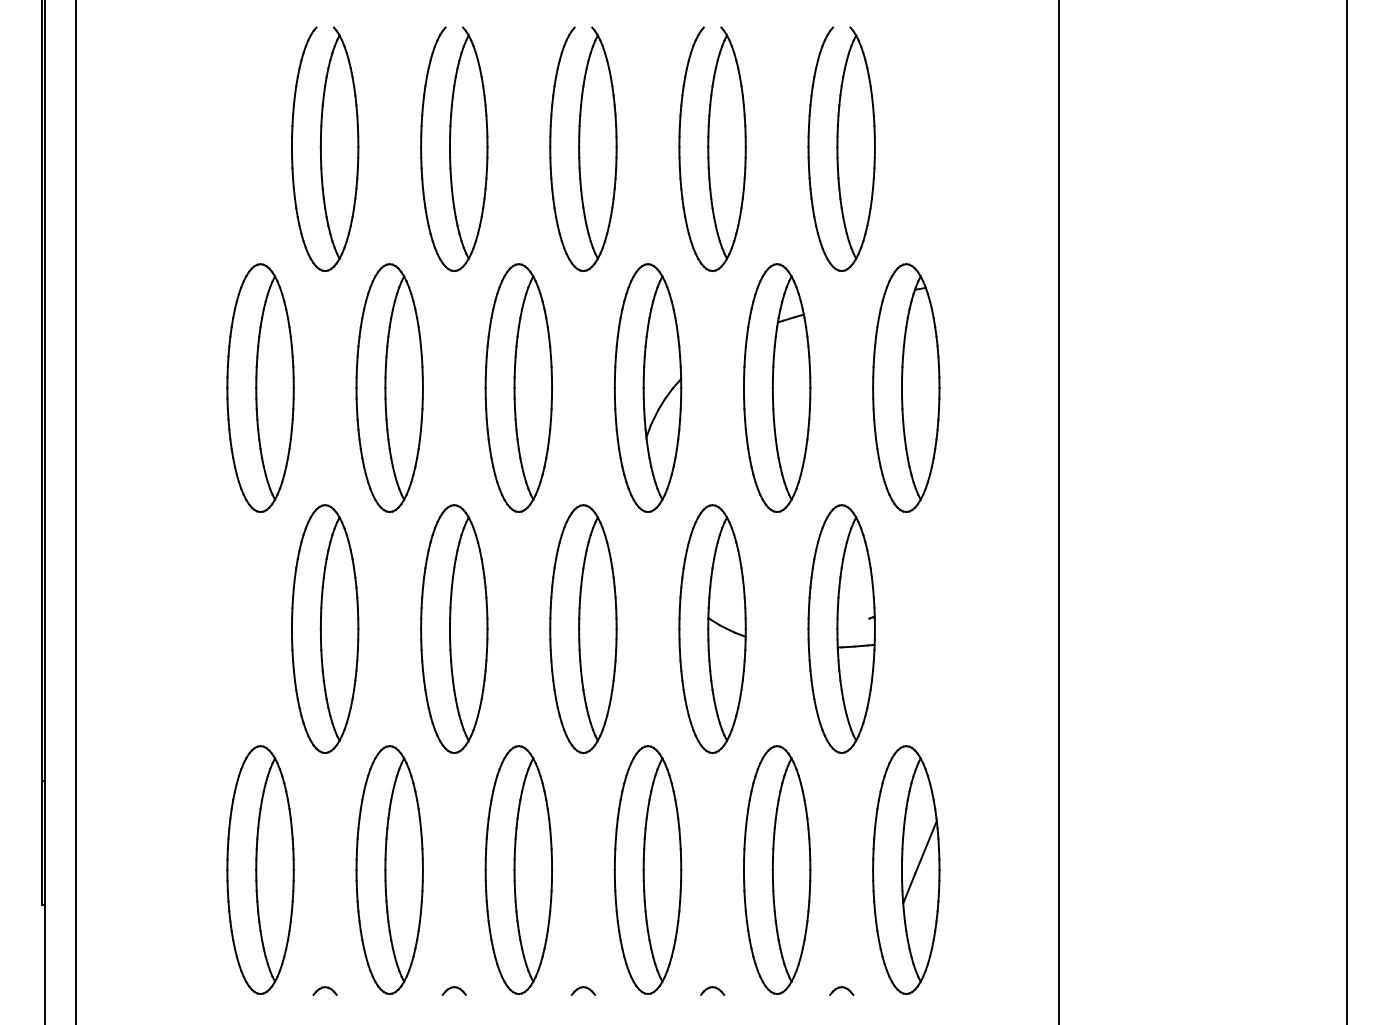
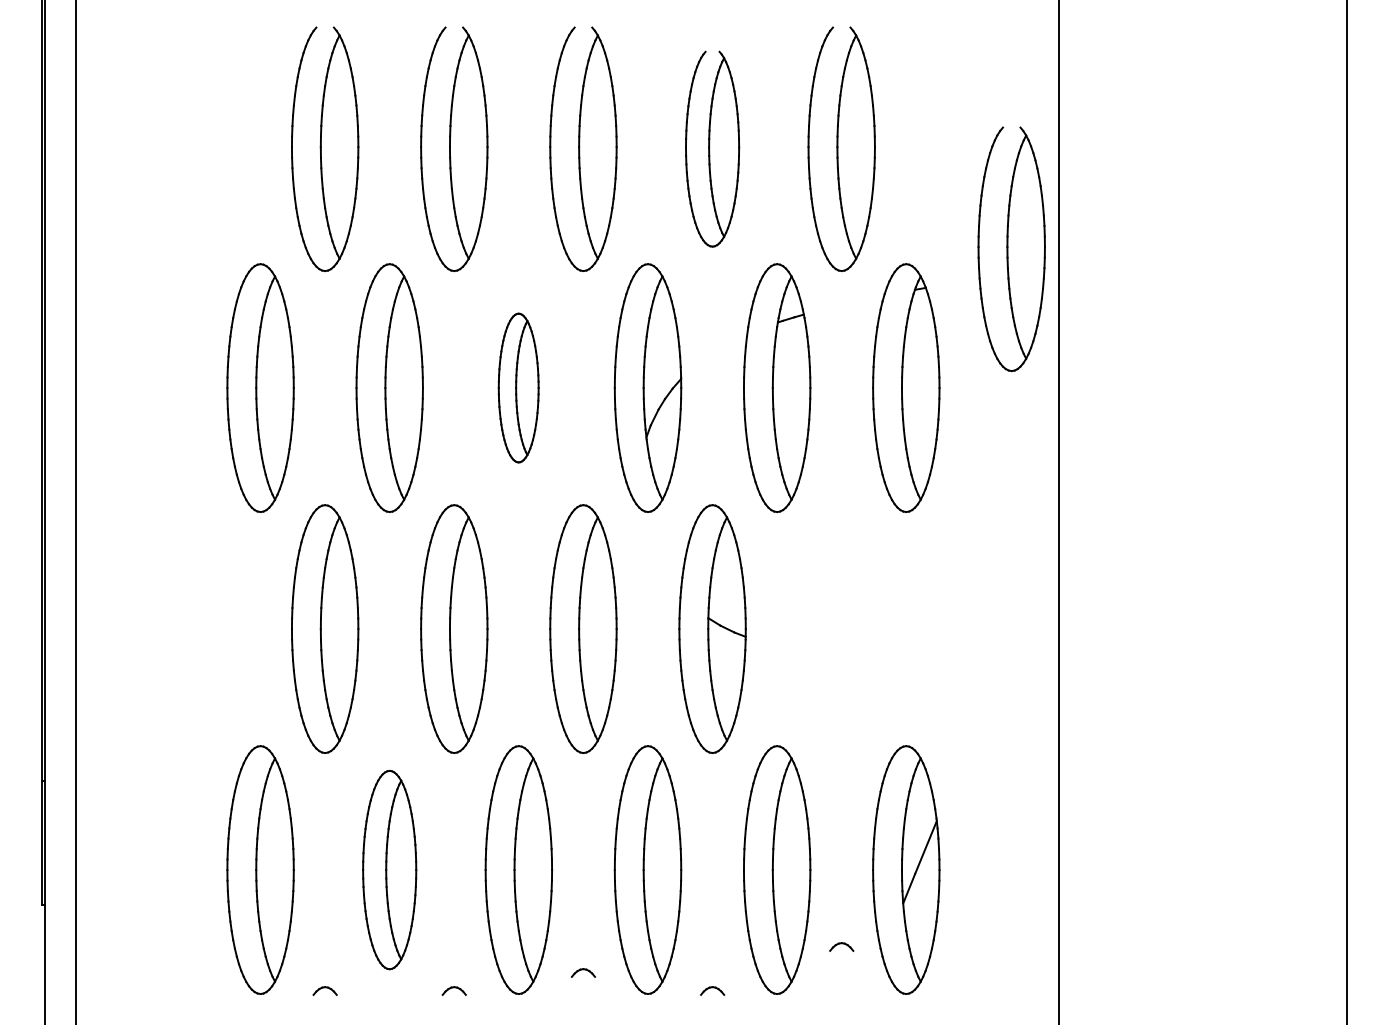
part at (712, 148) size: 69x246 px -> 56x198 px
part at (1011, 248): none -> present
part at (518, 387) size: 69x250 px -> 43x152 px
part at (841, 628): present -> none
part at (389, 869) size: 69x250 px -> 56x201 px
part at (583, 990) position: (583, 990) -> (583, 972)
part at (841, 990) position: (841, 990) -> (841, 946)
